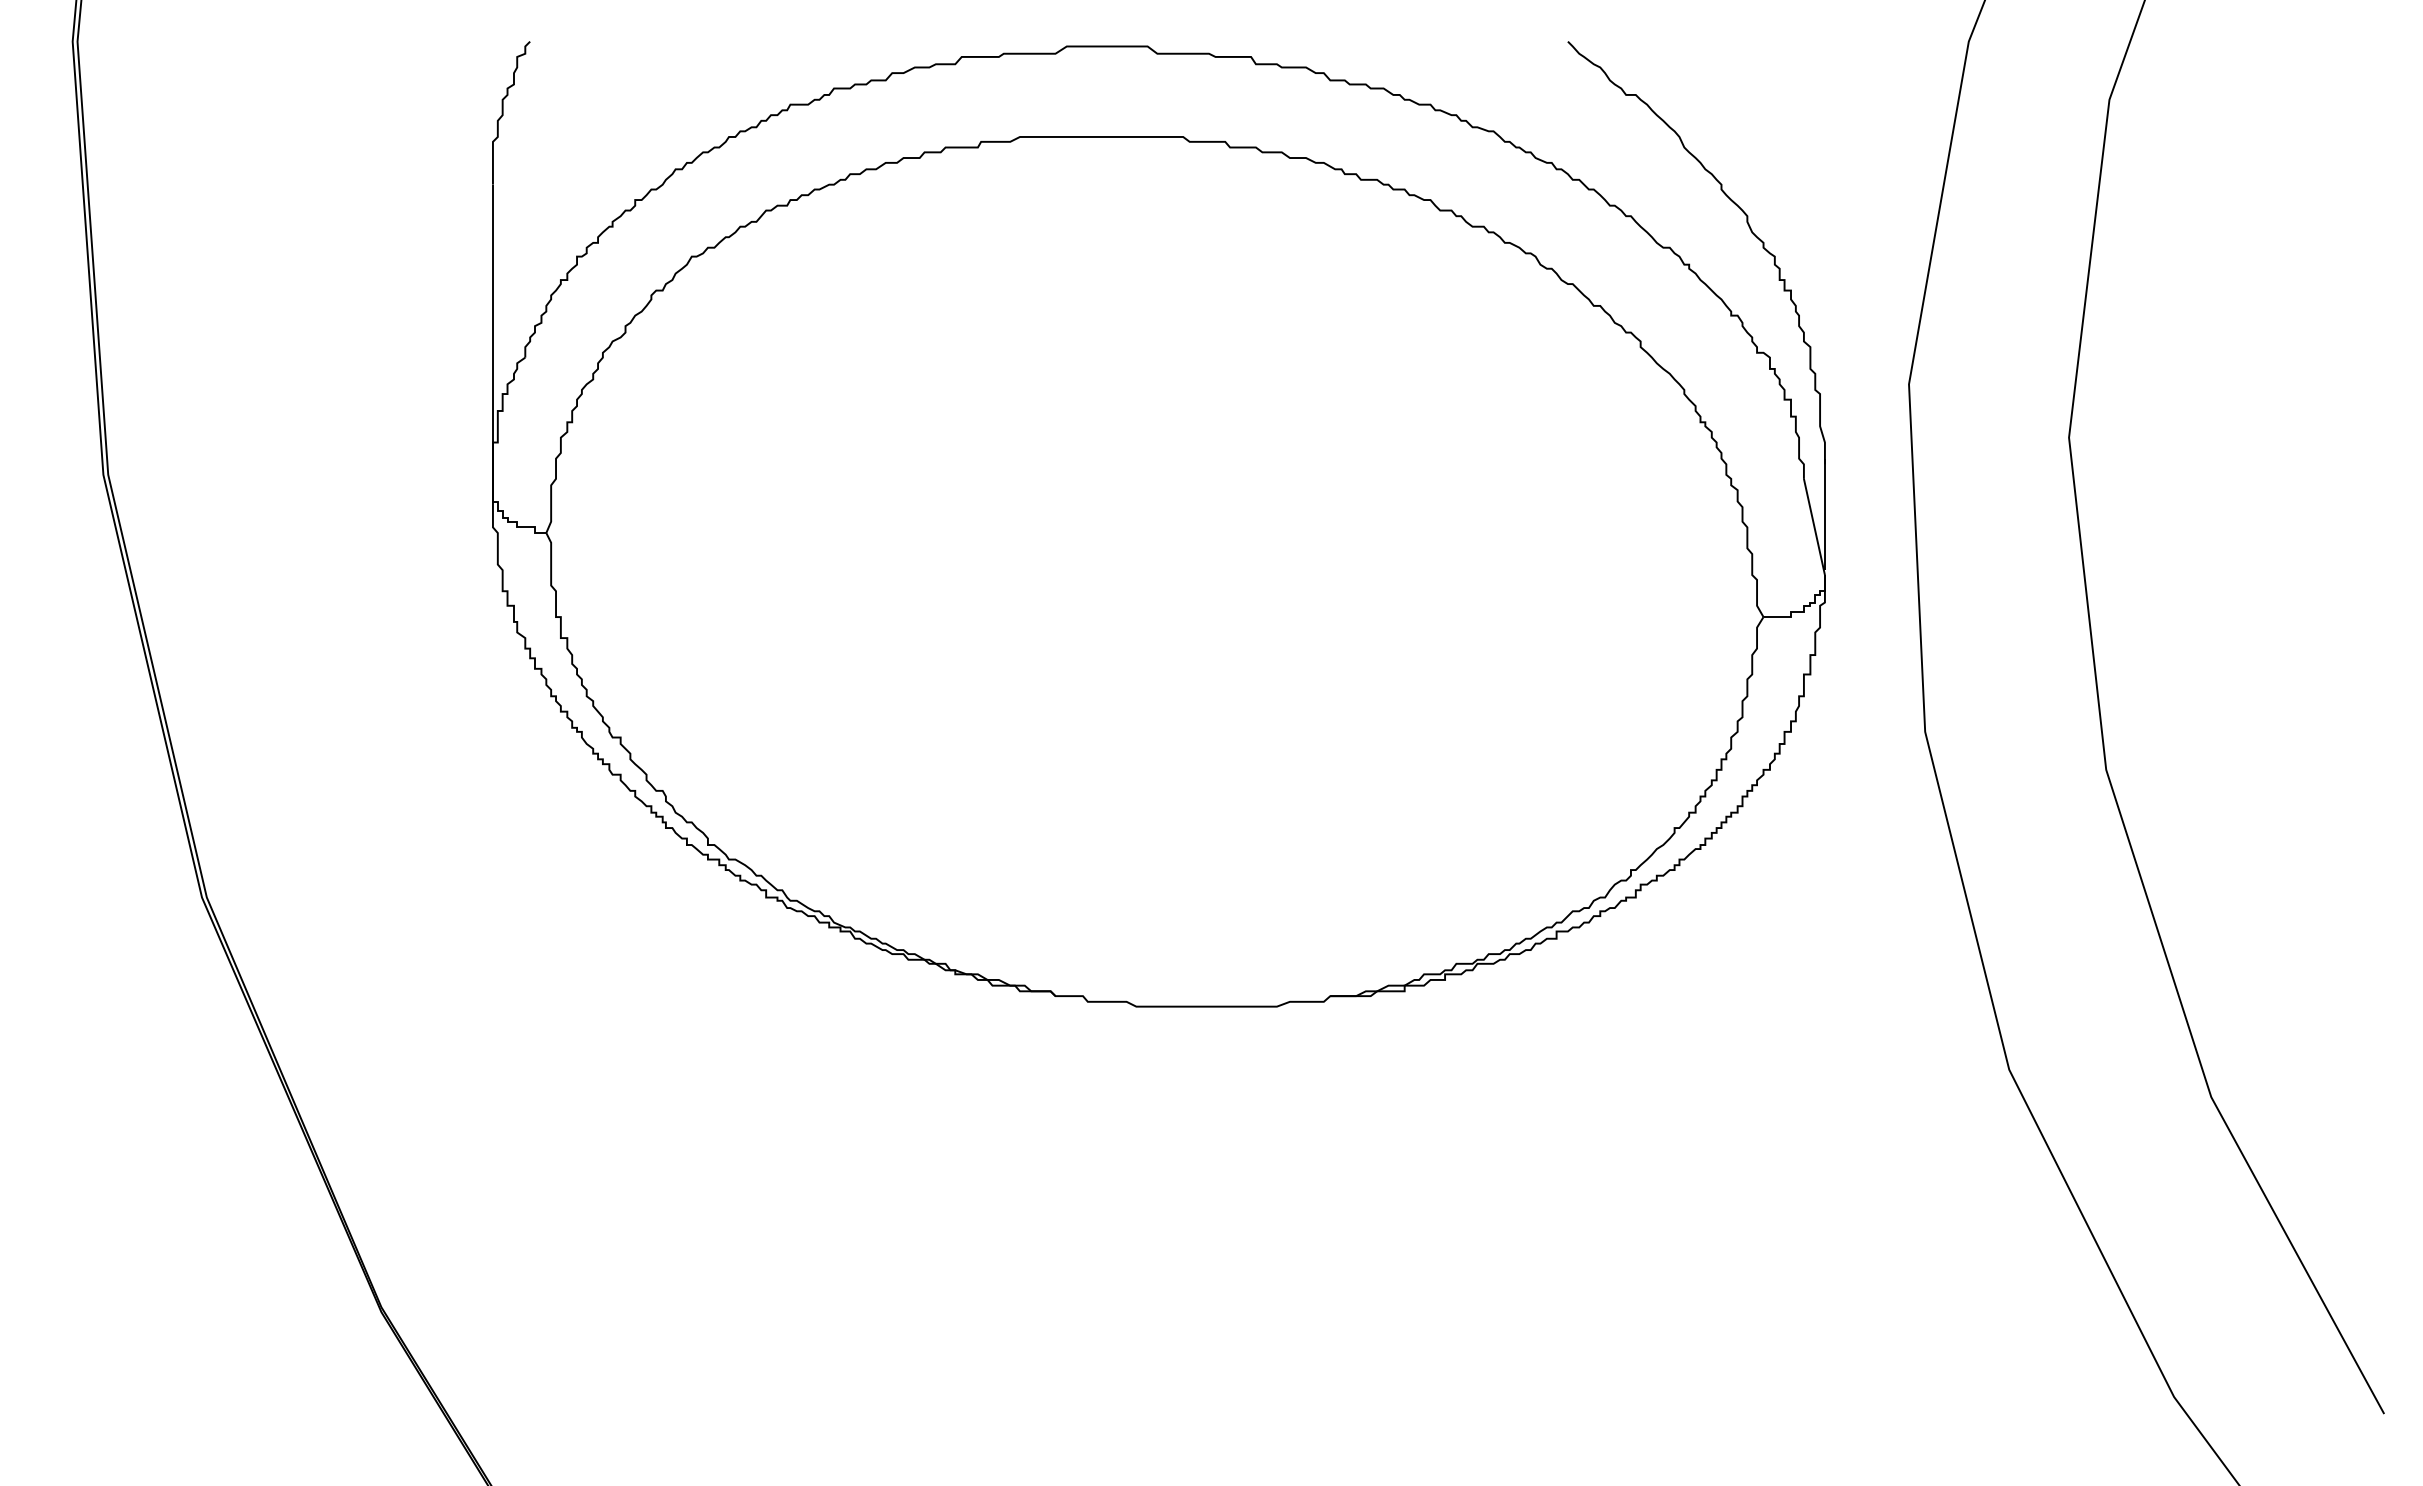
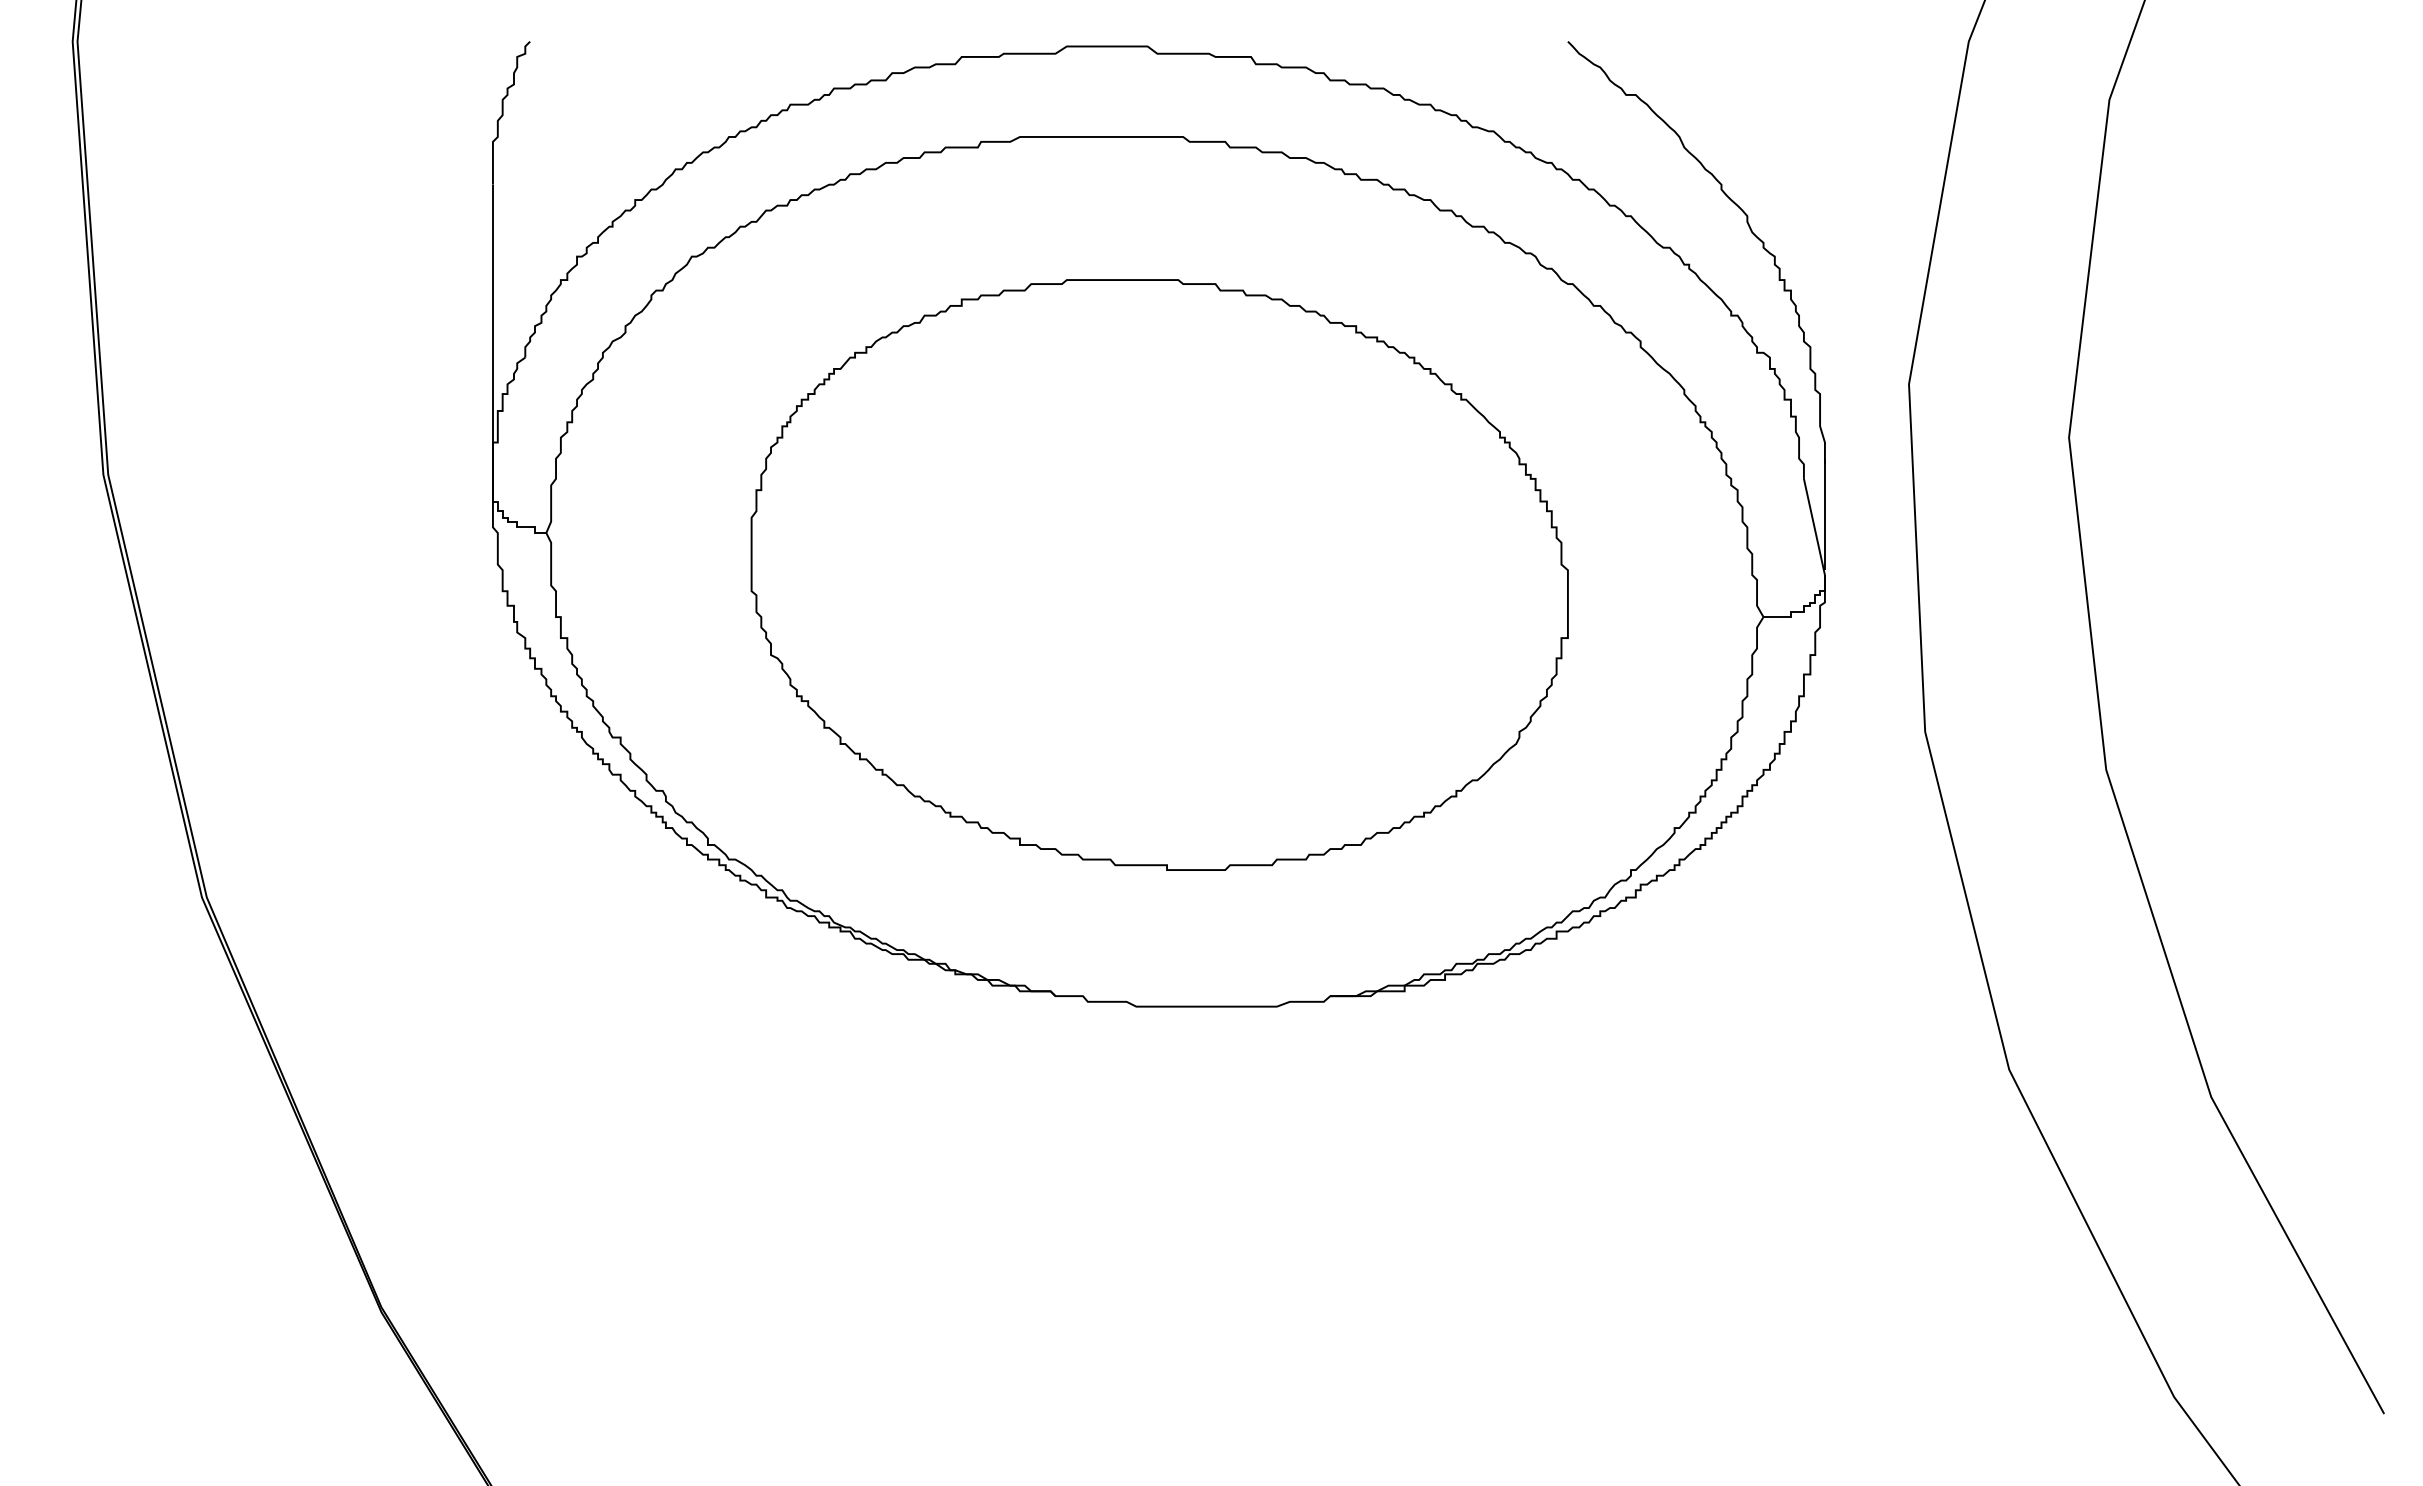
part at (1159, 574): none -> present
